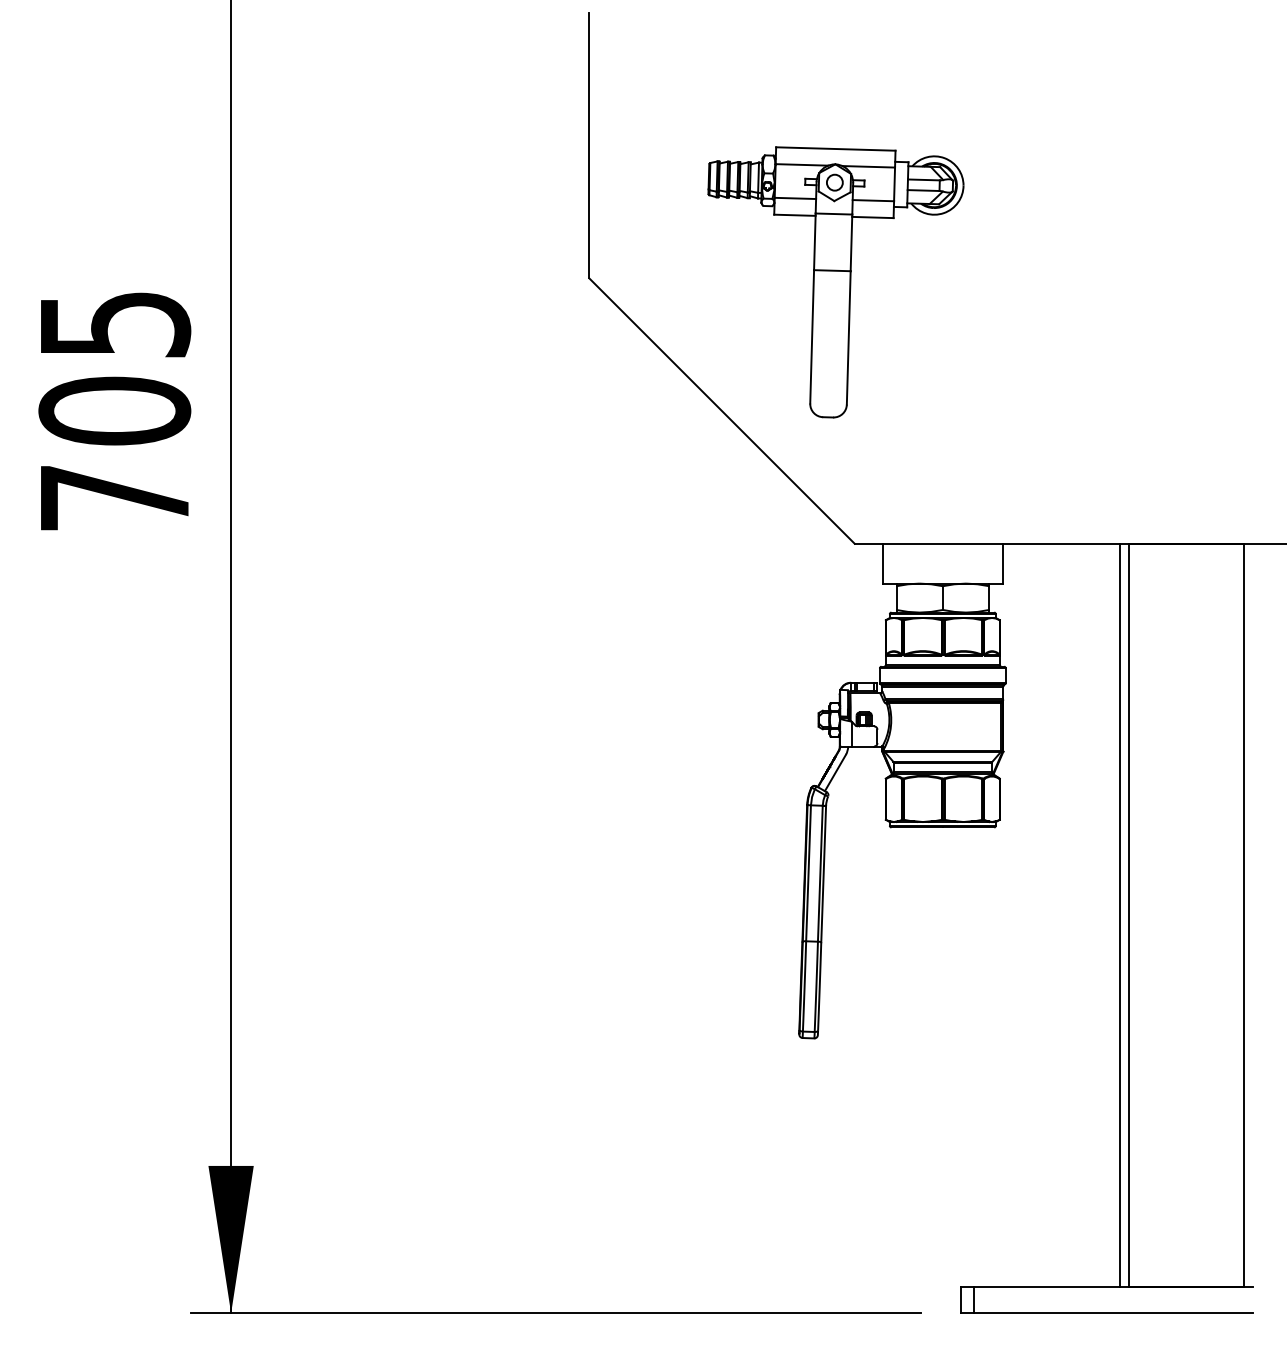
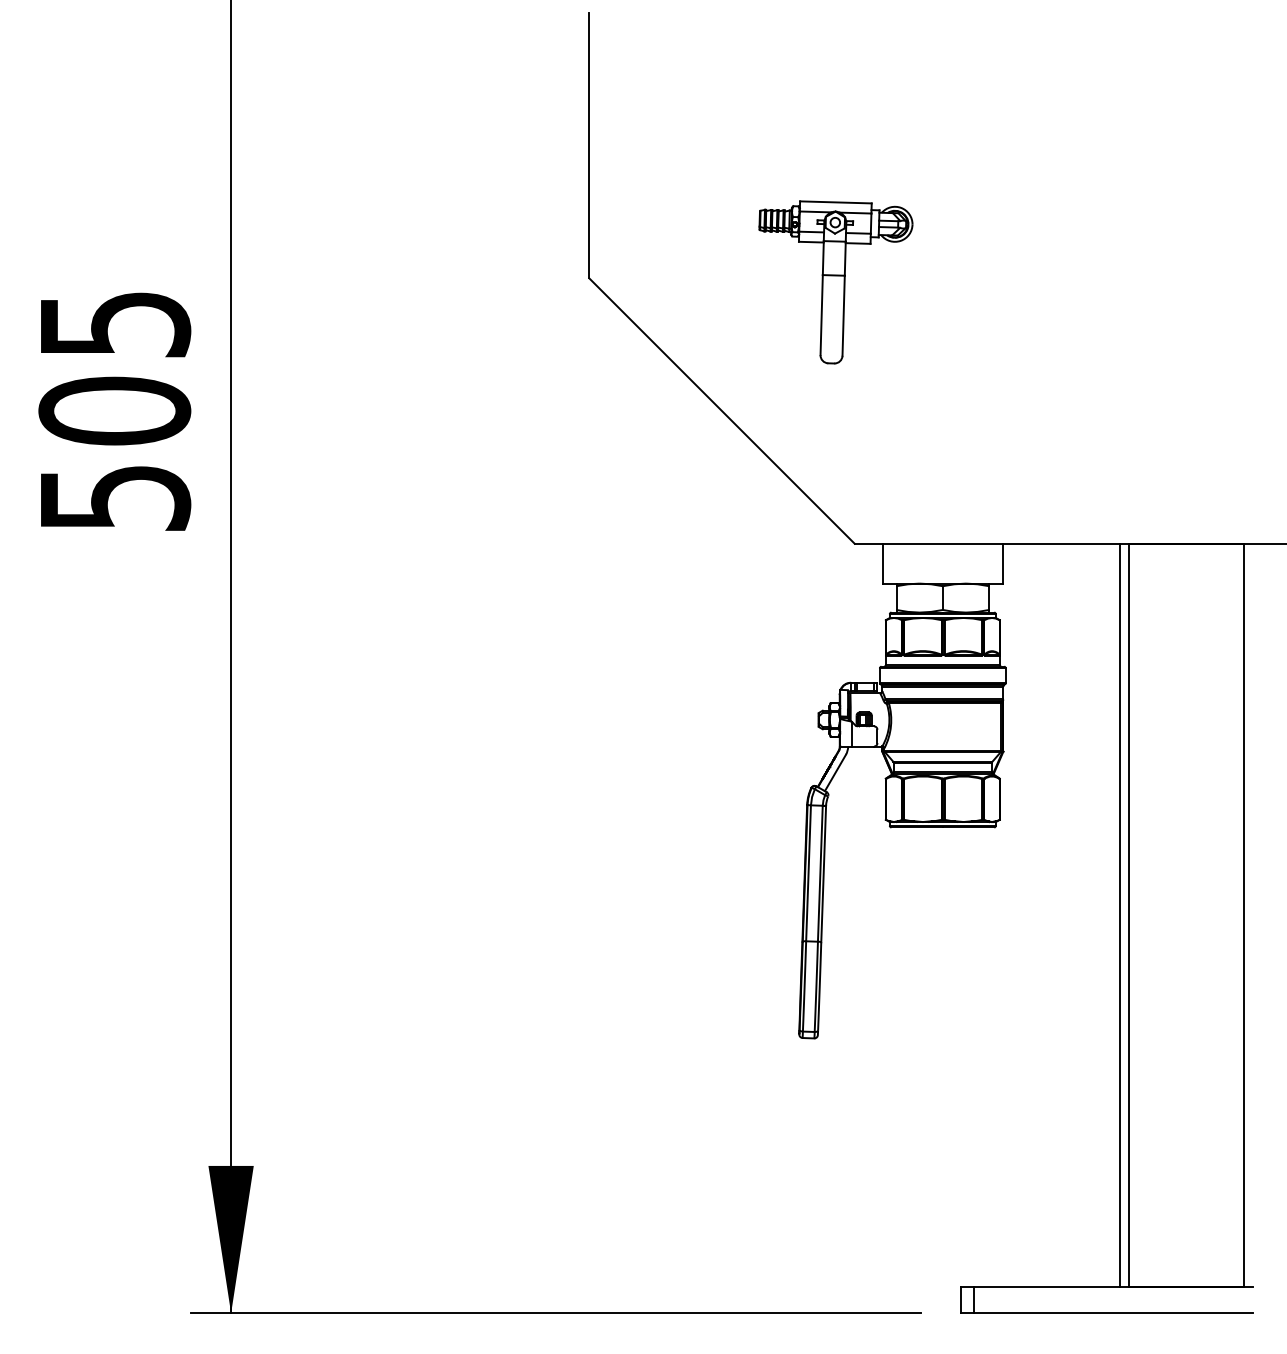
part at (835, 282) size: 258x273 px -> 156x165 px
text at (116, 498): 705 -> 505
